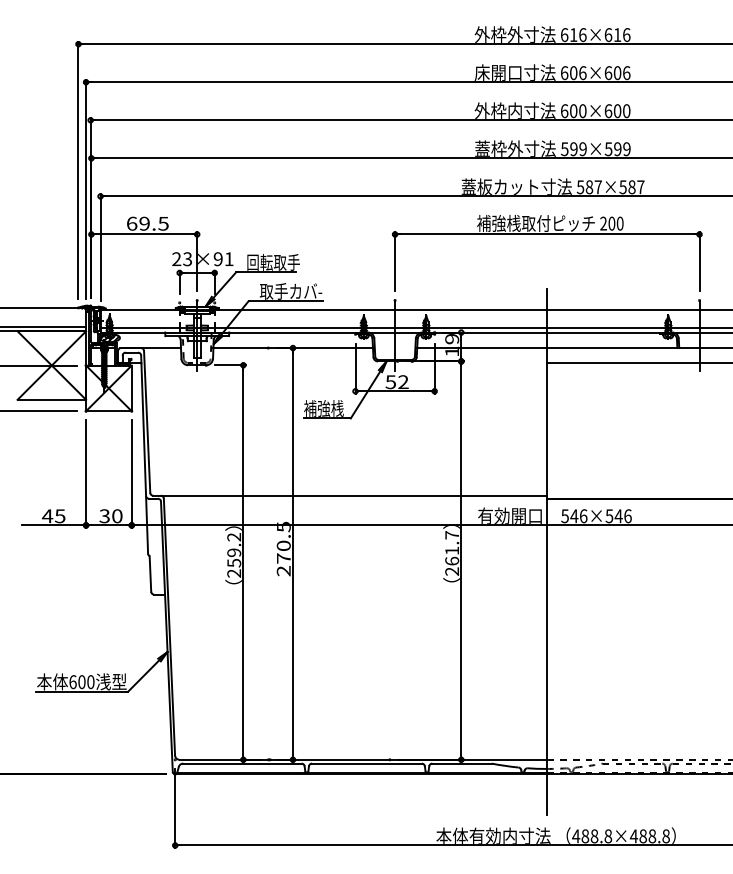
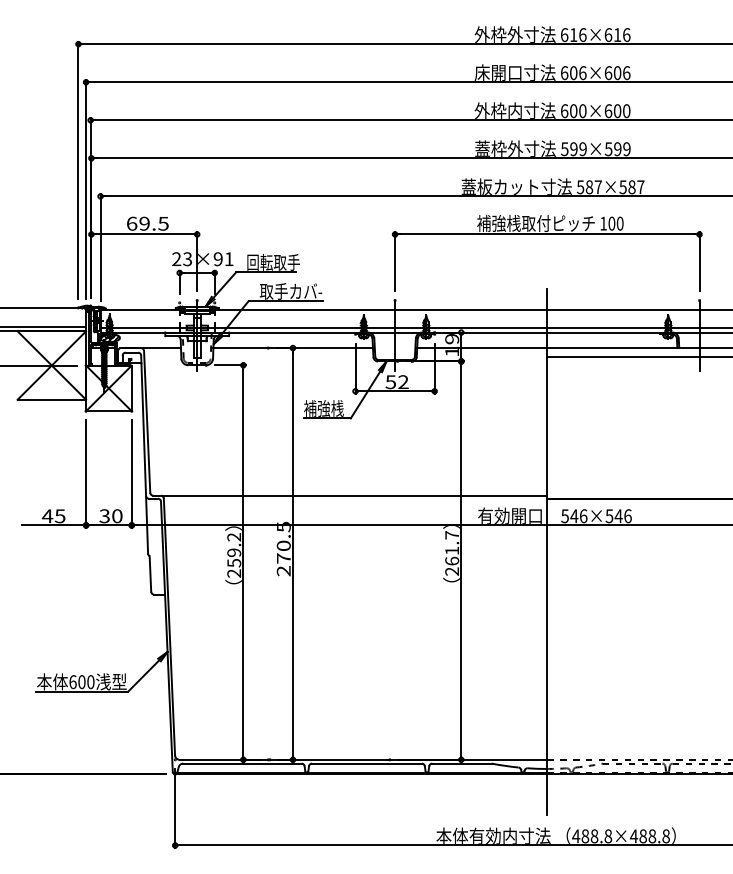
text at (603, 223): 200 -> 100
line at (638, 363) position: (638, 363) -> (638, 357)
line at (39, 411): present -> none
